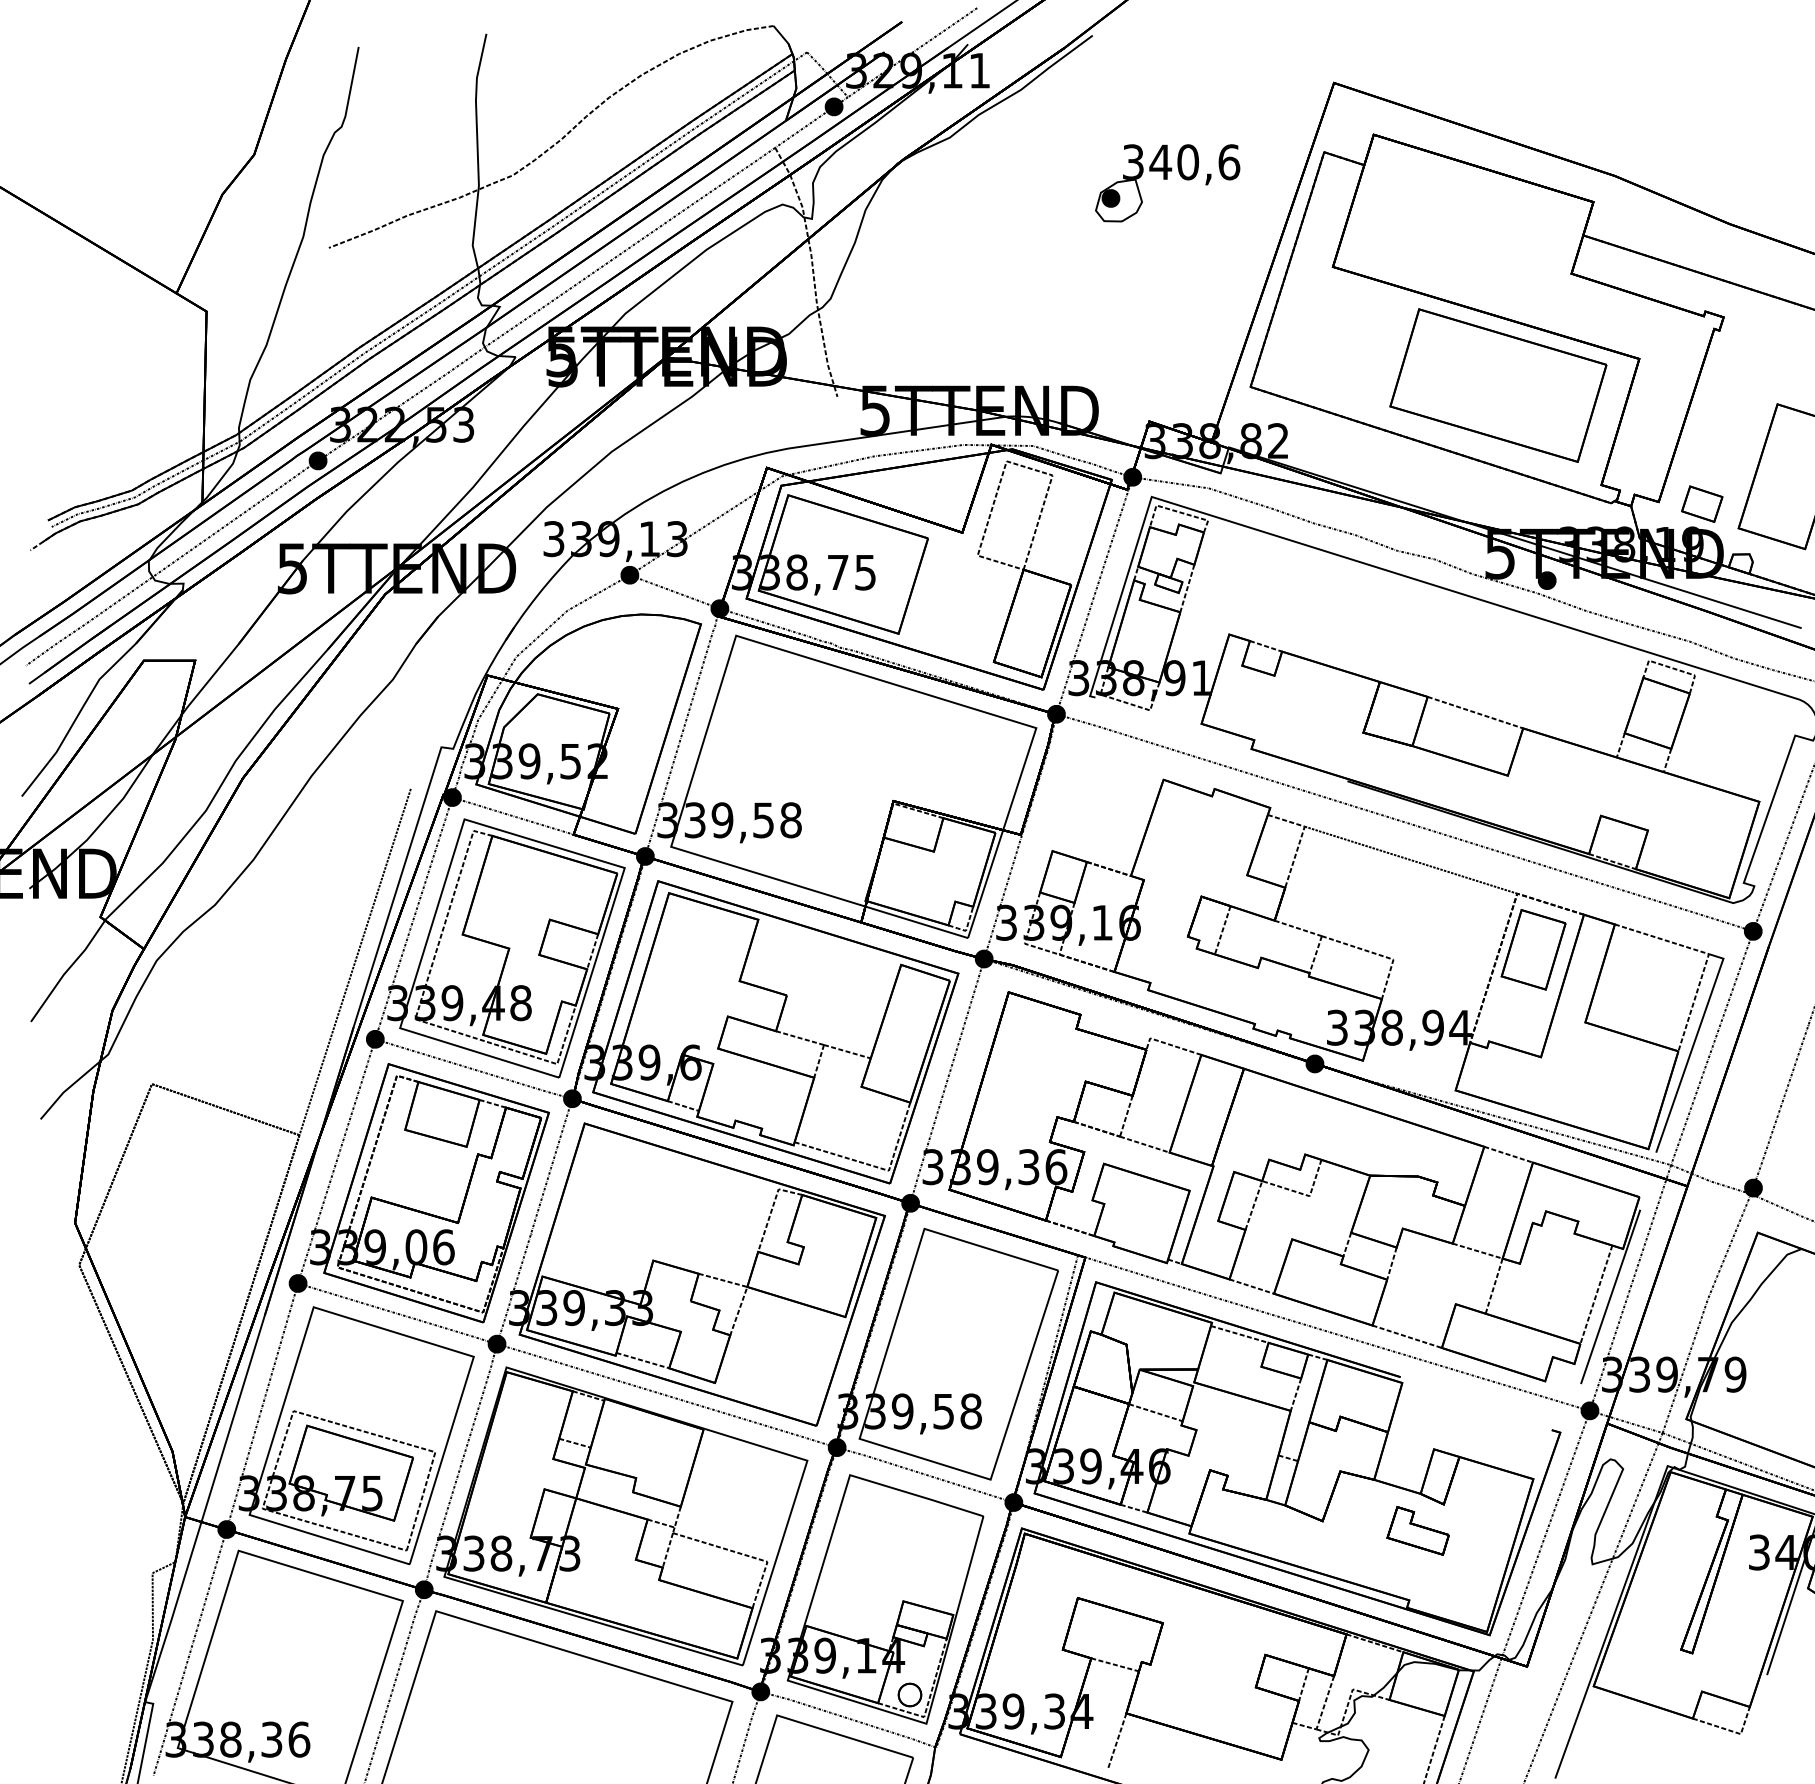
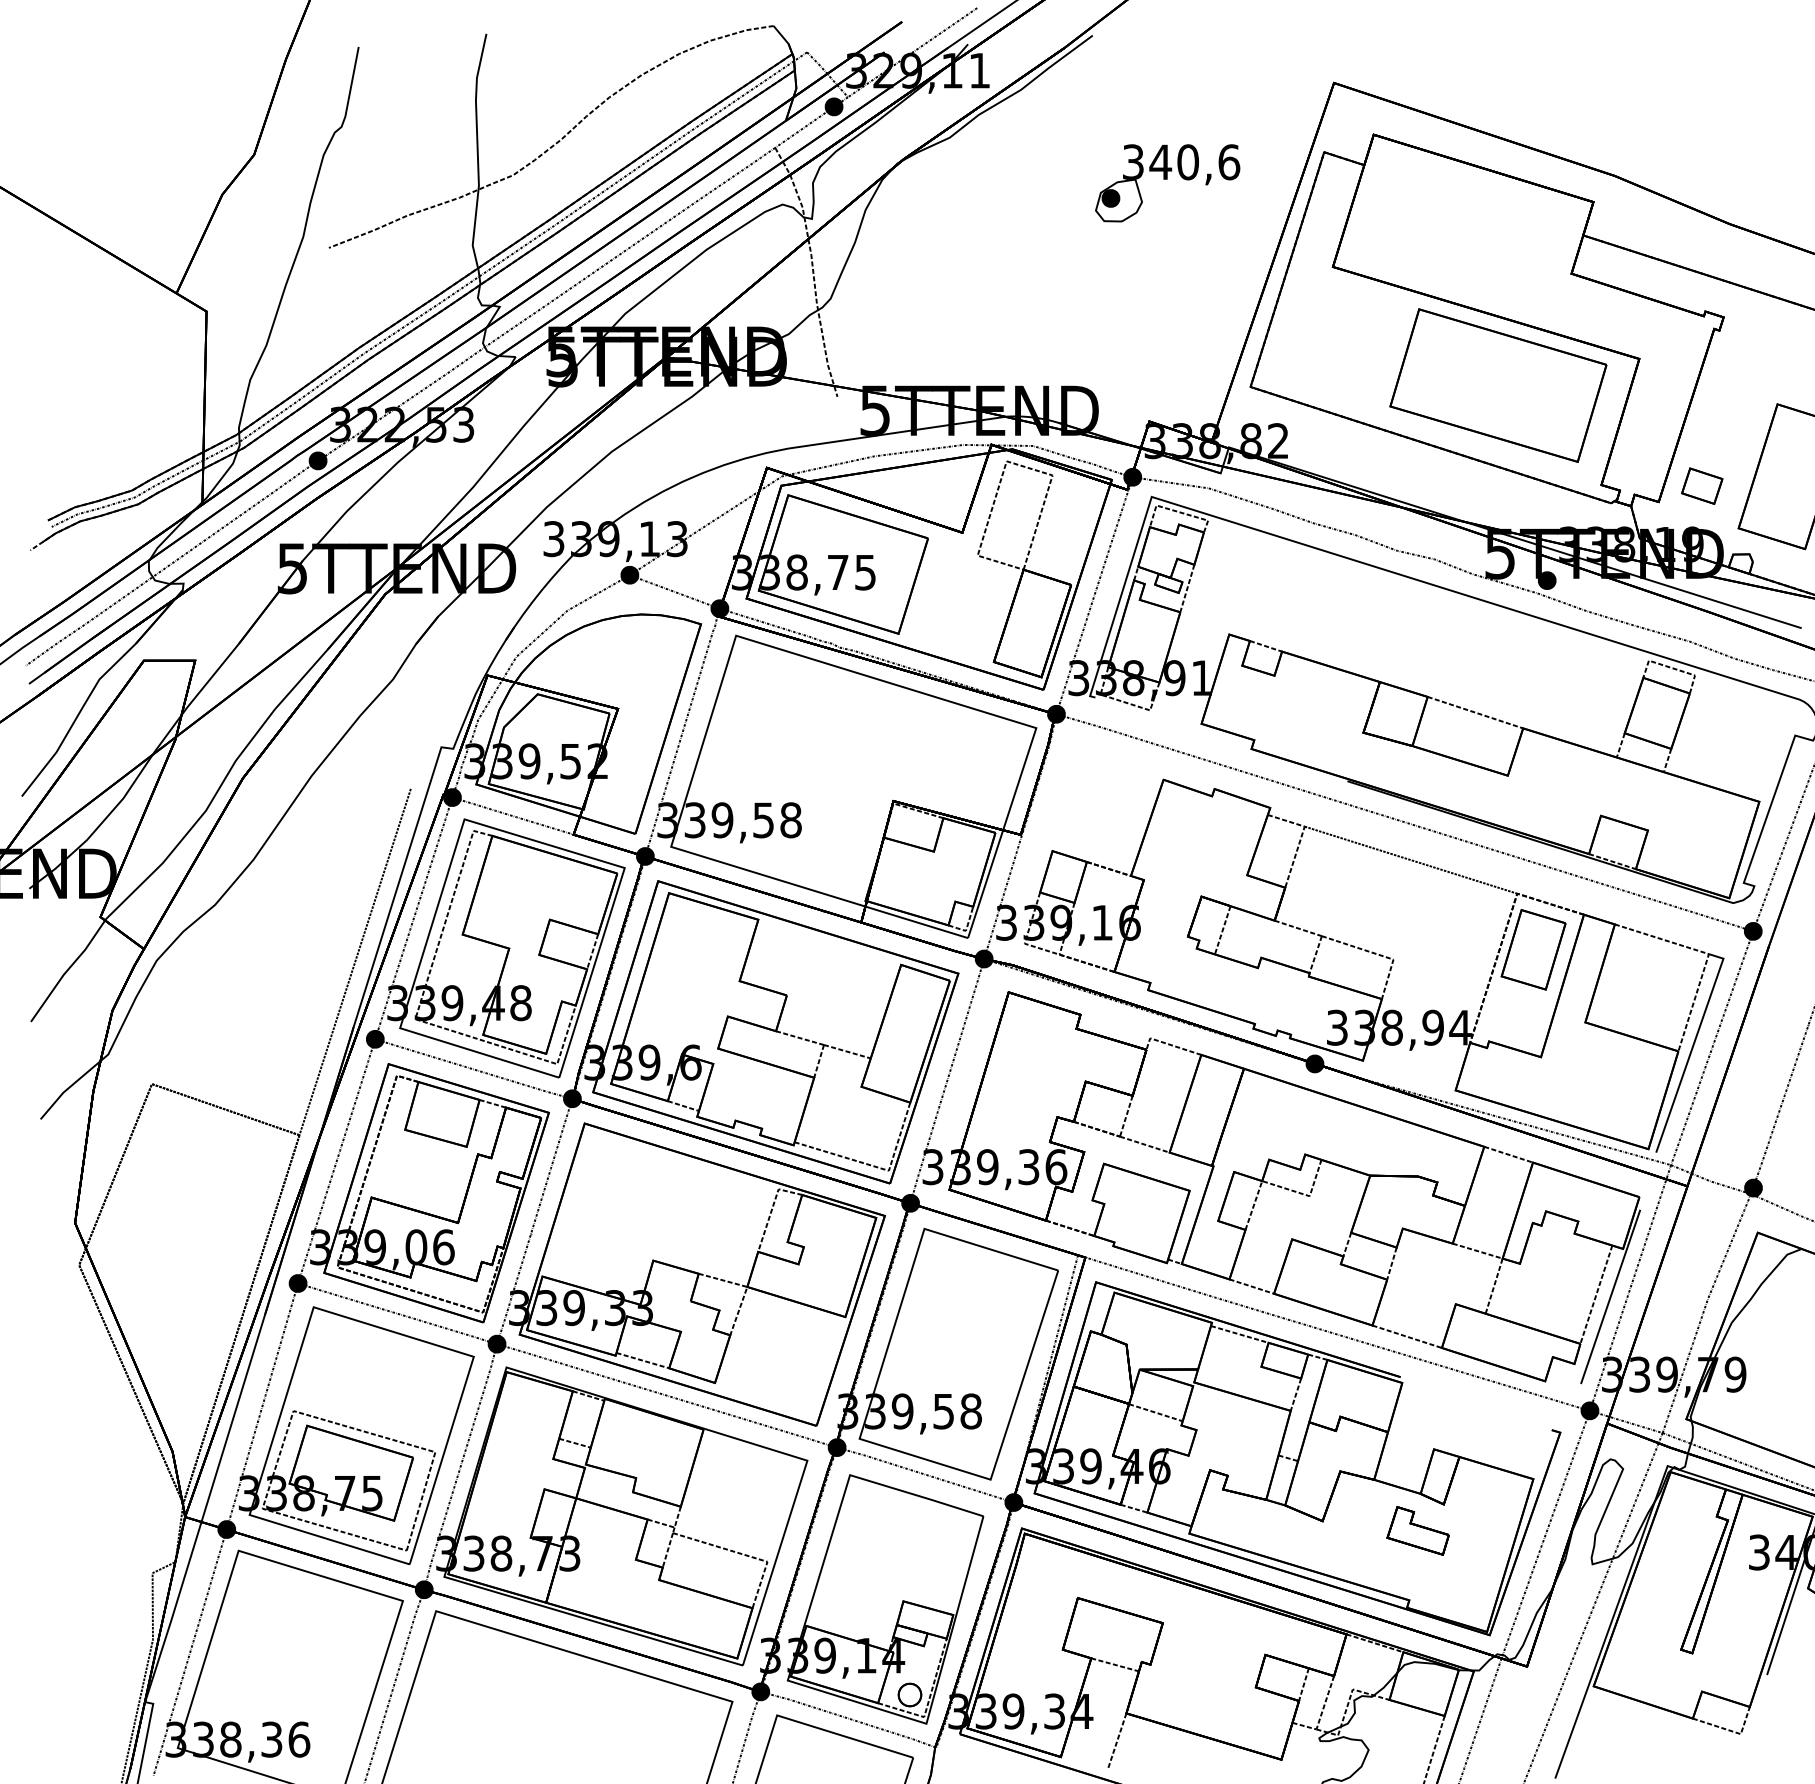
part at (1702, 503) position: (1702, 503) -> (1702, 485)
